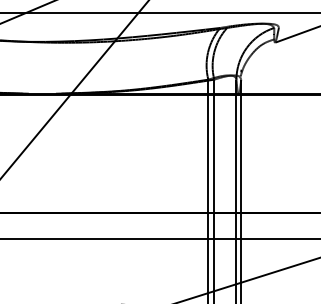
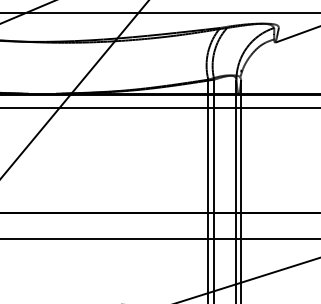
line at (159, 108): none -> present
